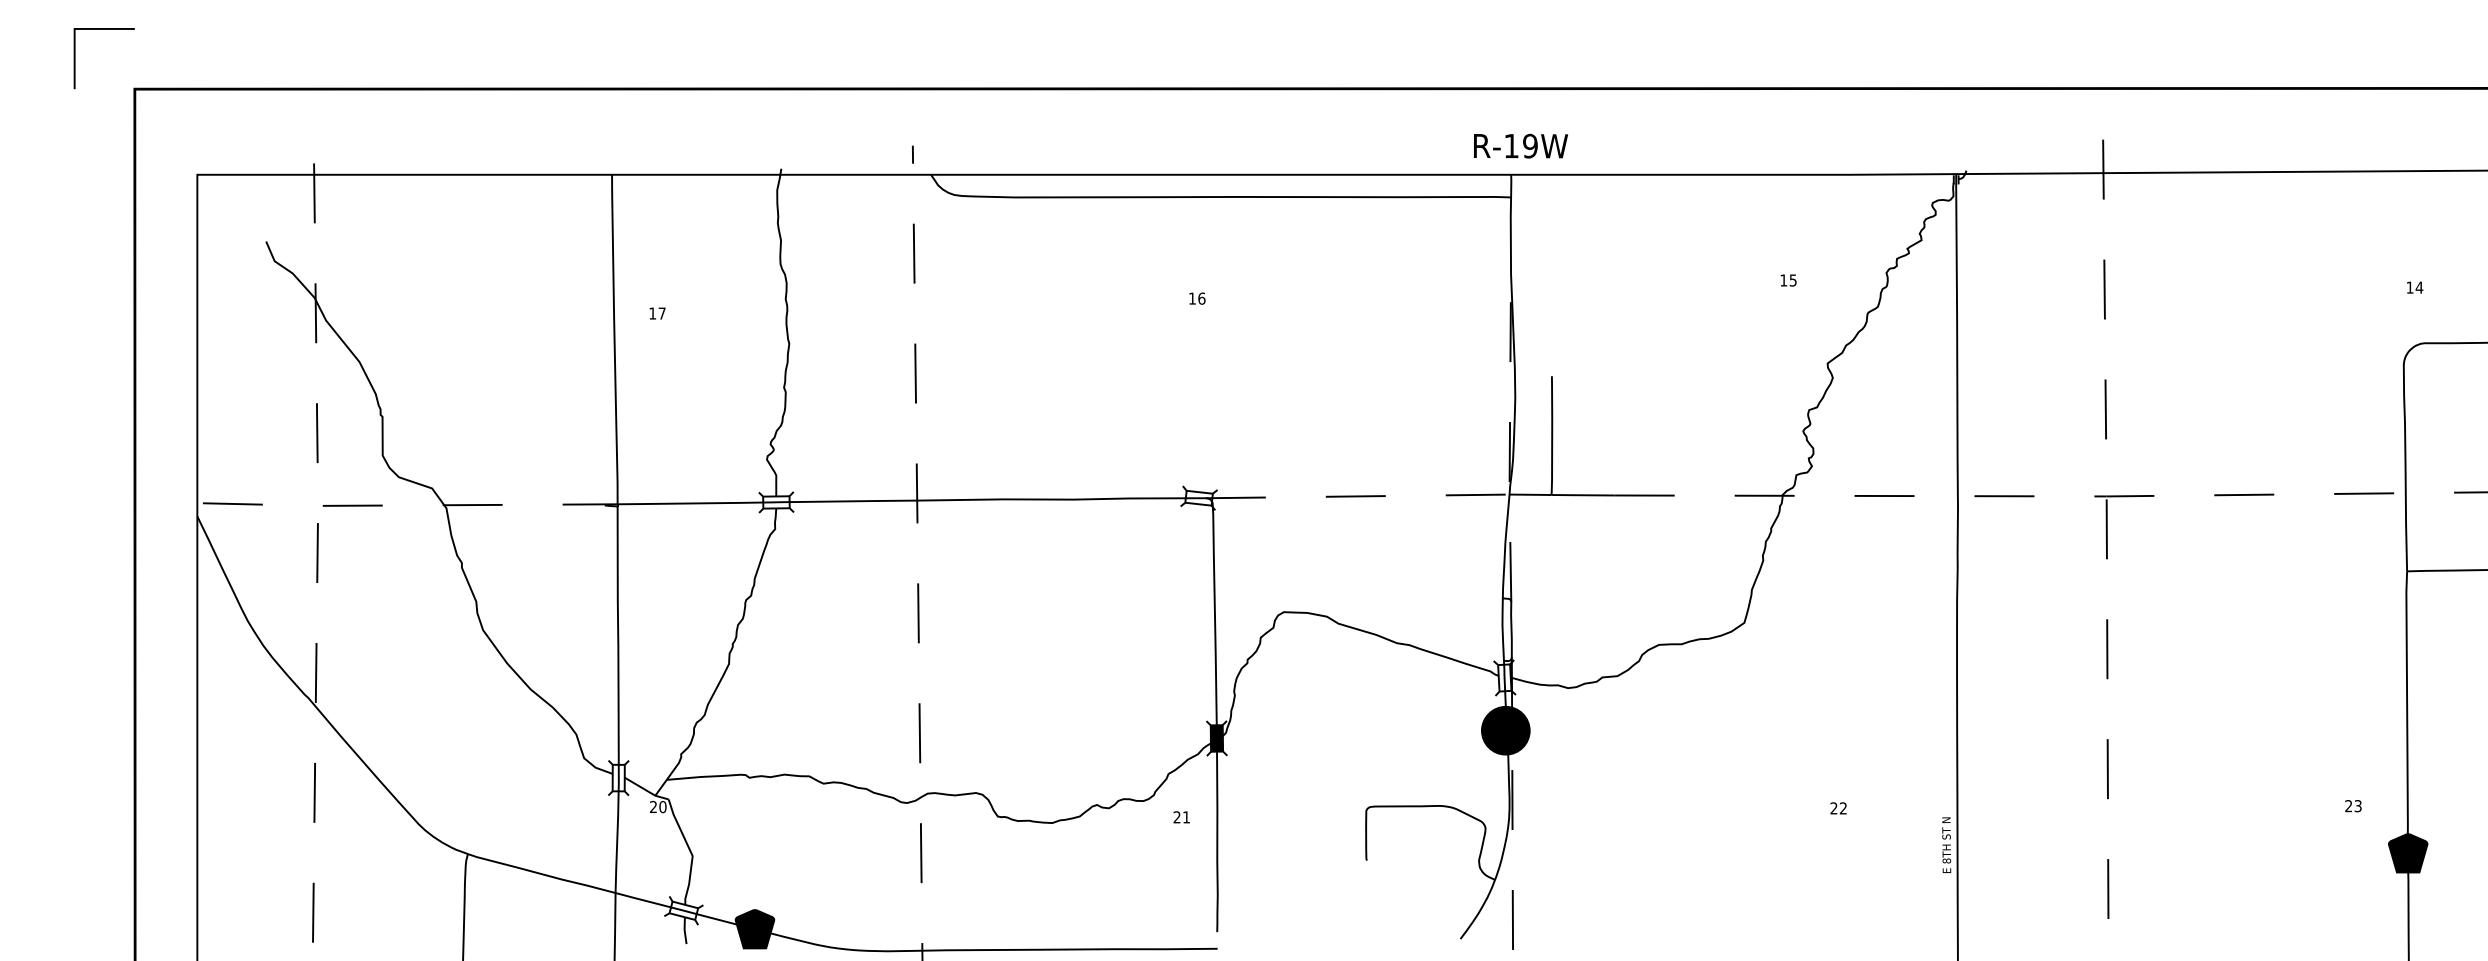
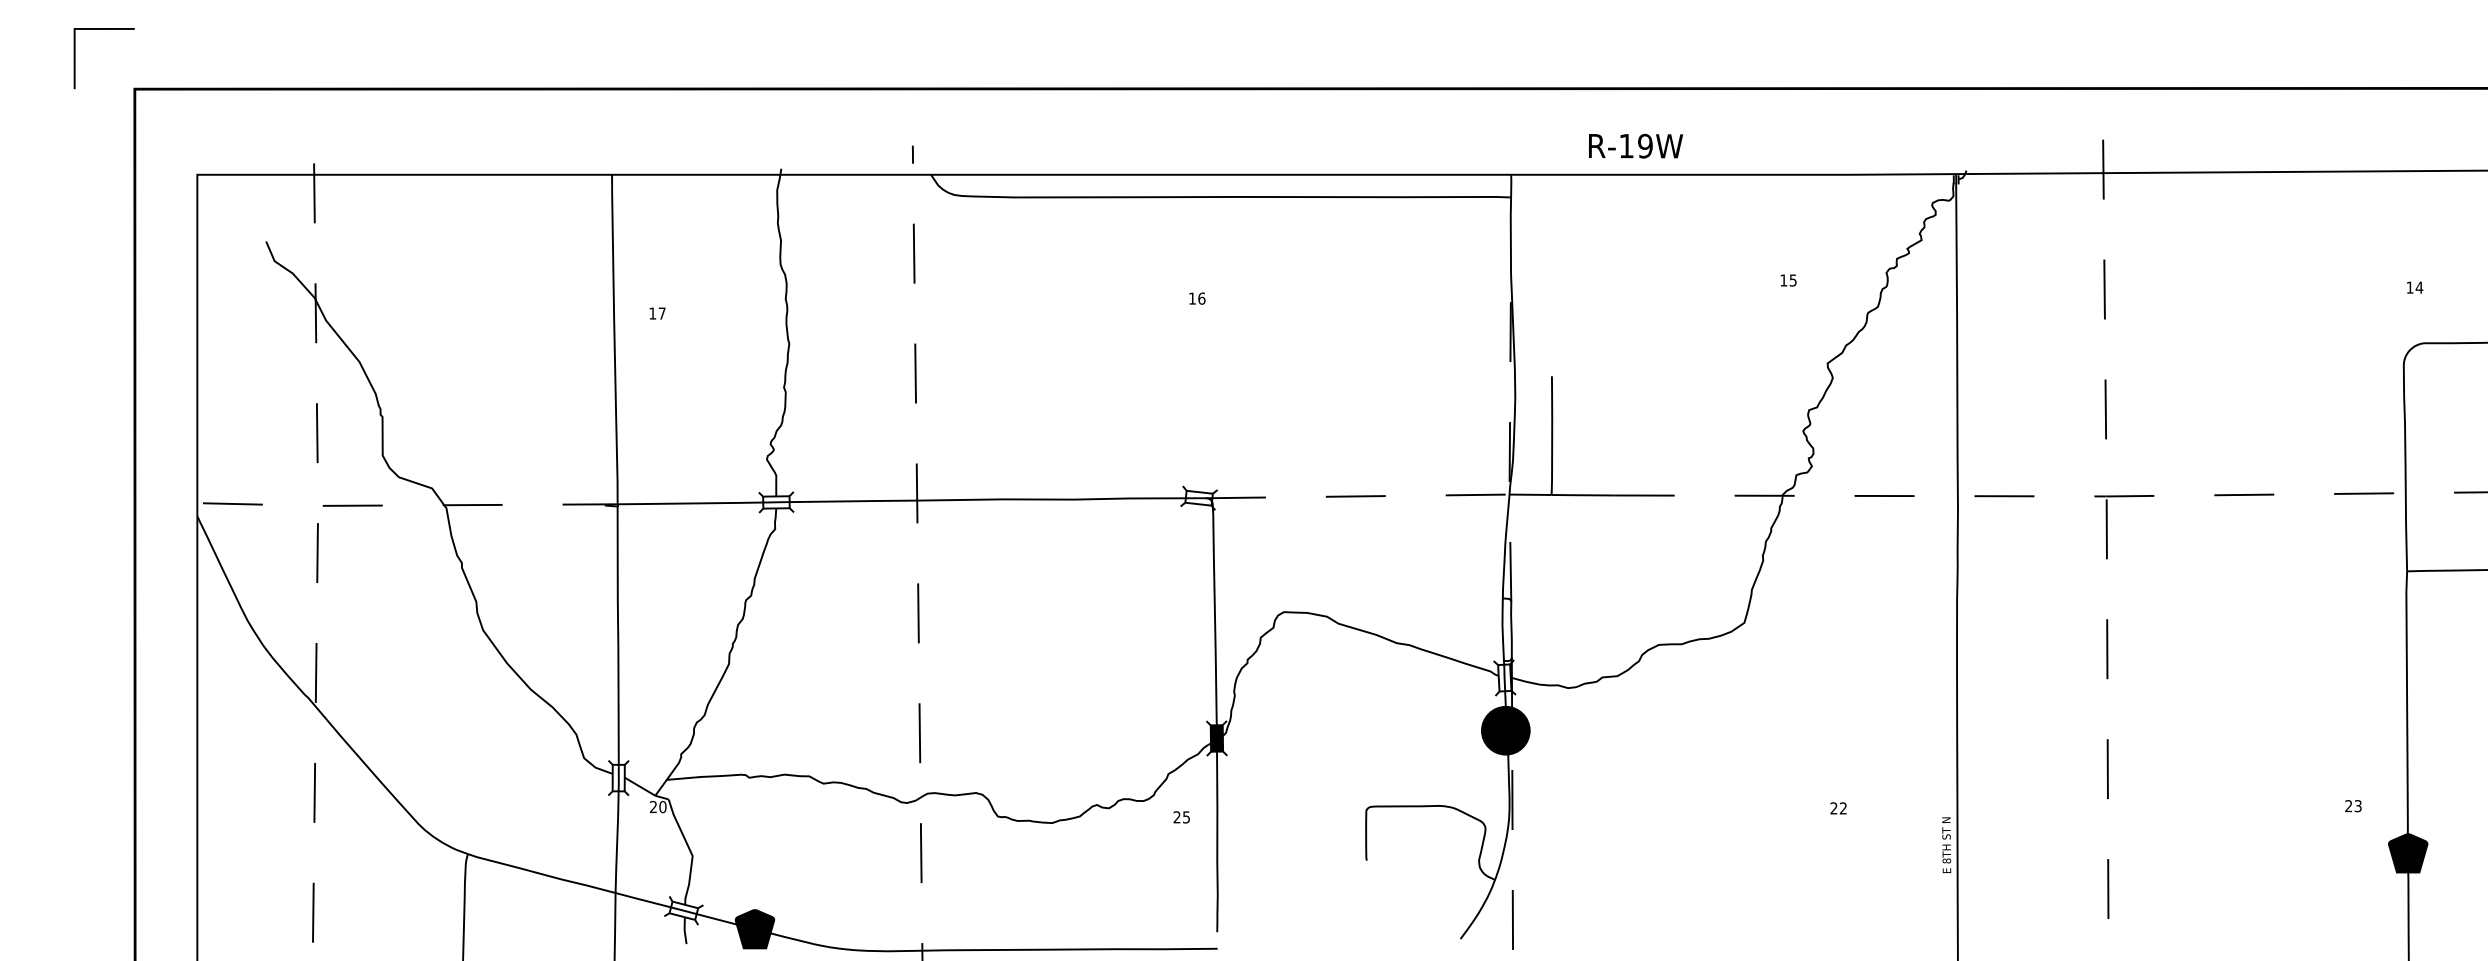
text at (1521, 145) position: (1521, 145) -> (1636, 145)
text at (1186, 817): 21 -> 25
